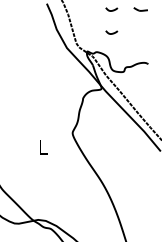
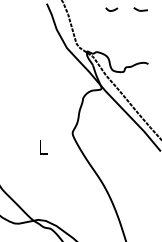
curve at (112, 32): present -> none
